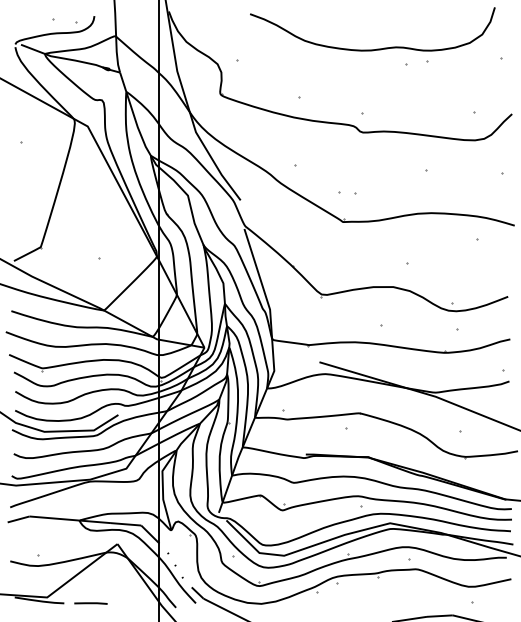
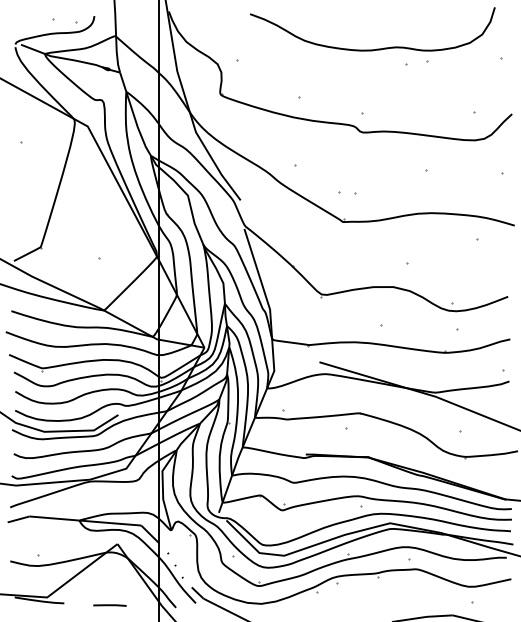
line at (90, 603) position: (90, 603) -> (109, 605)
